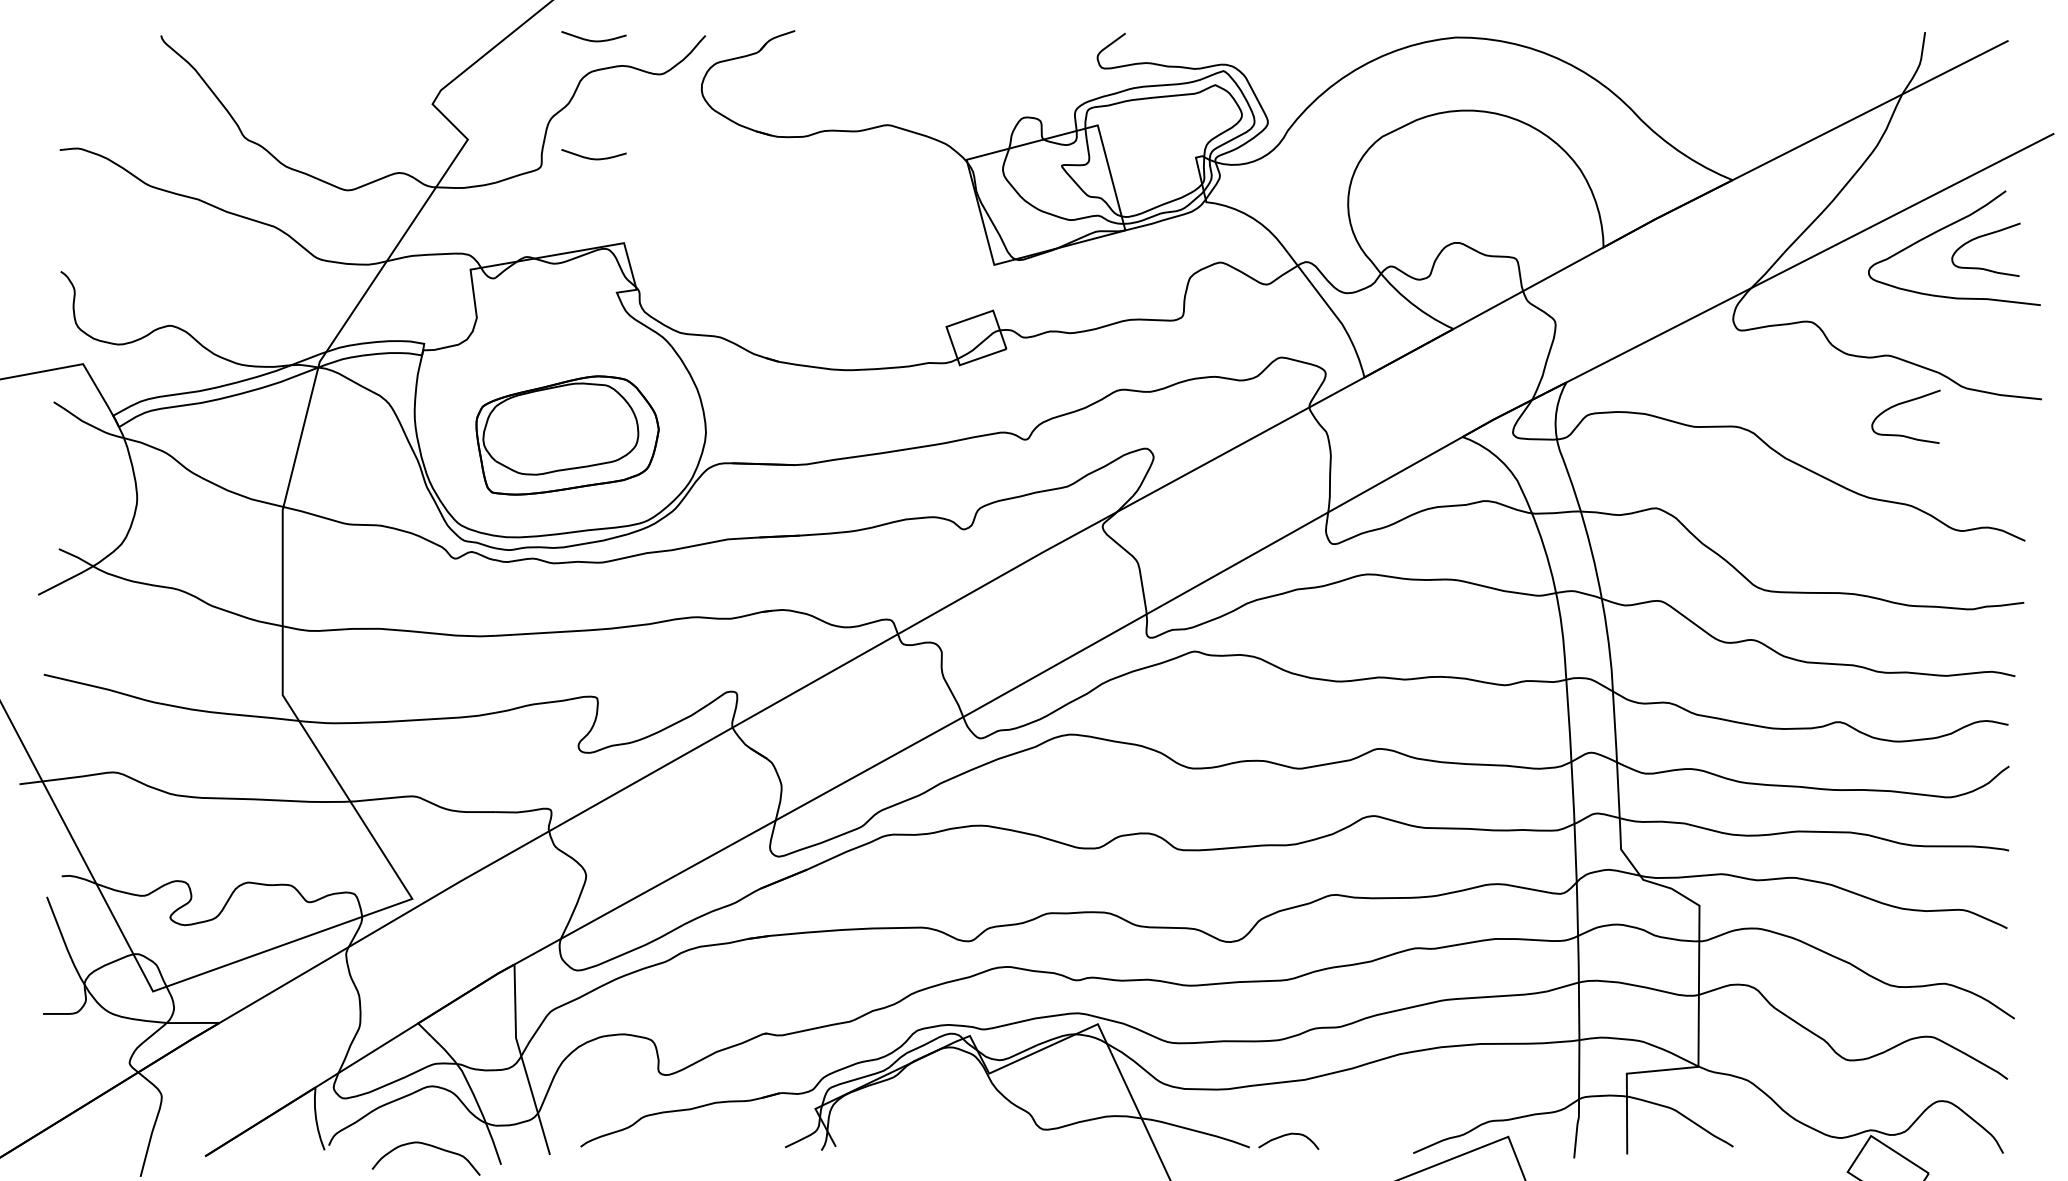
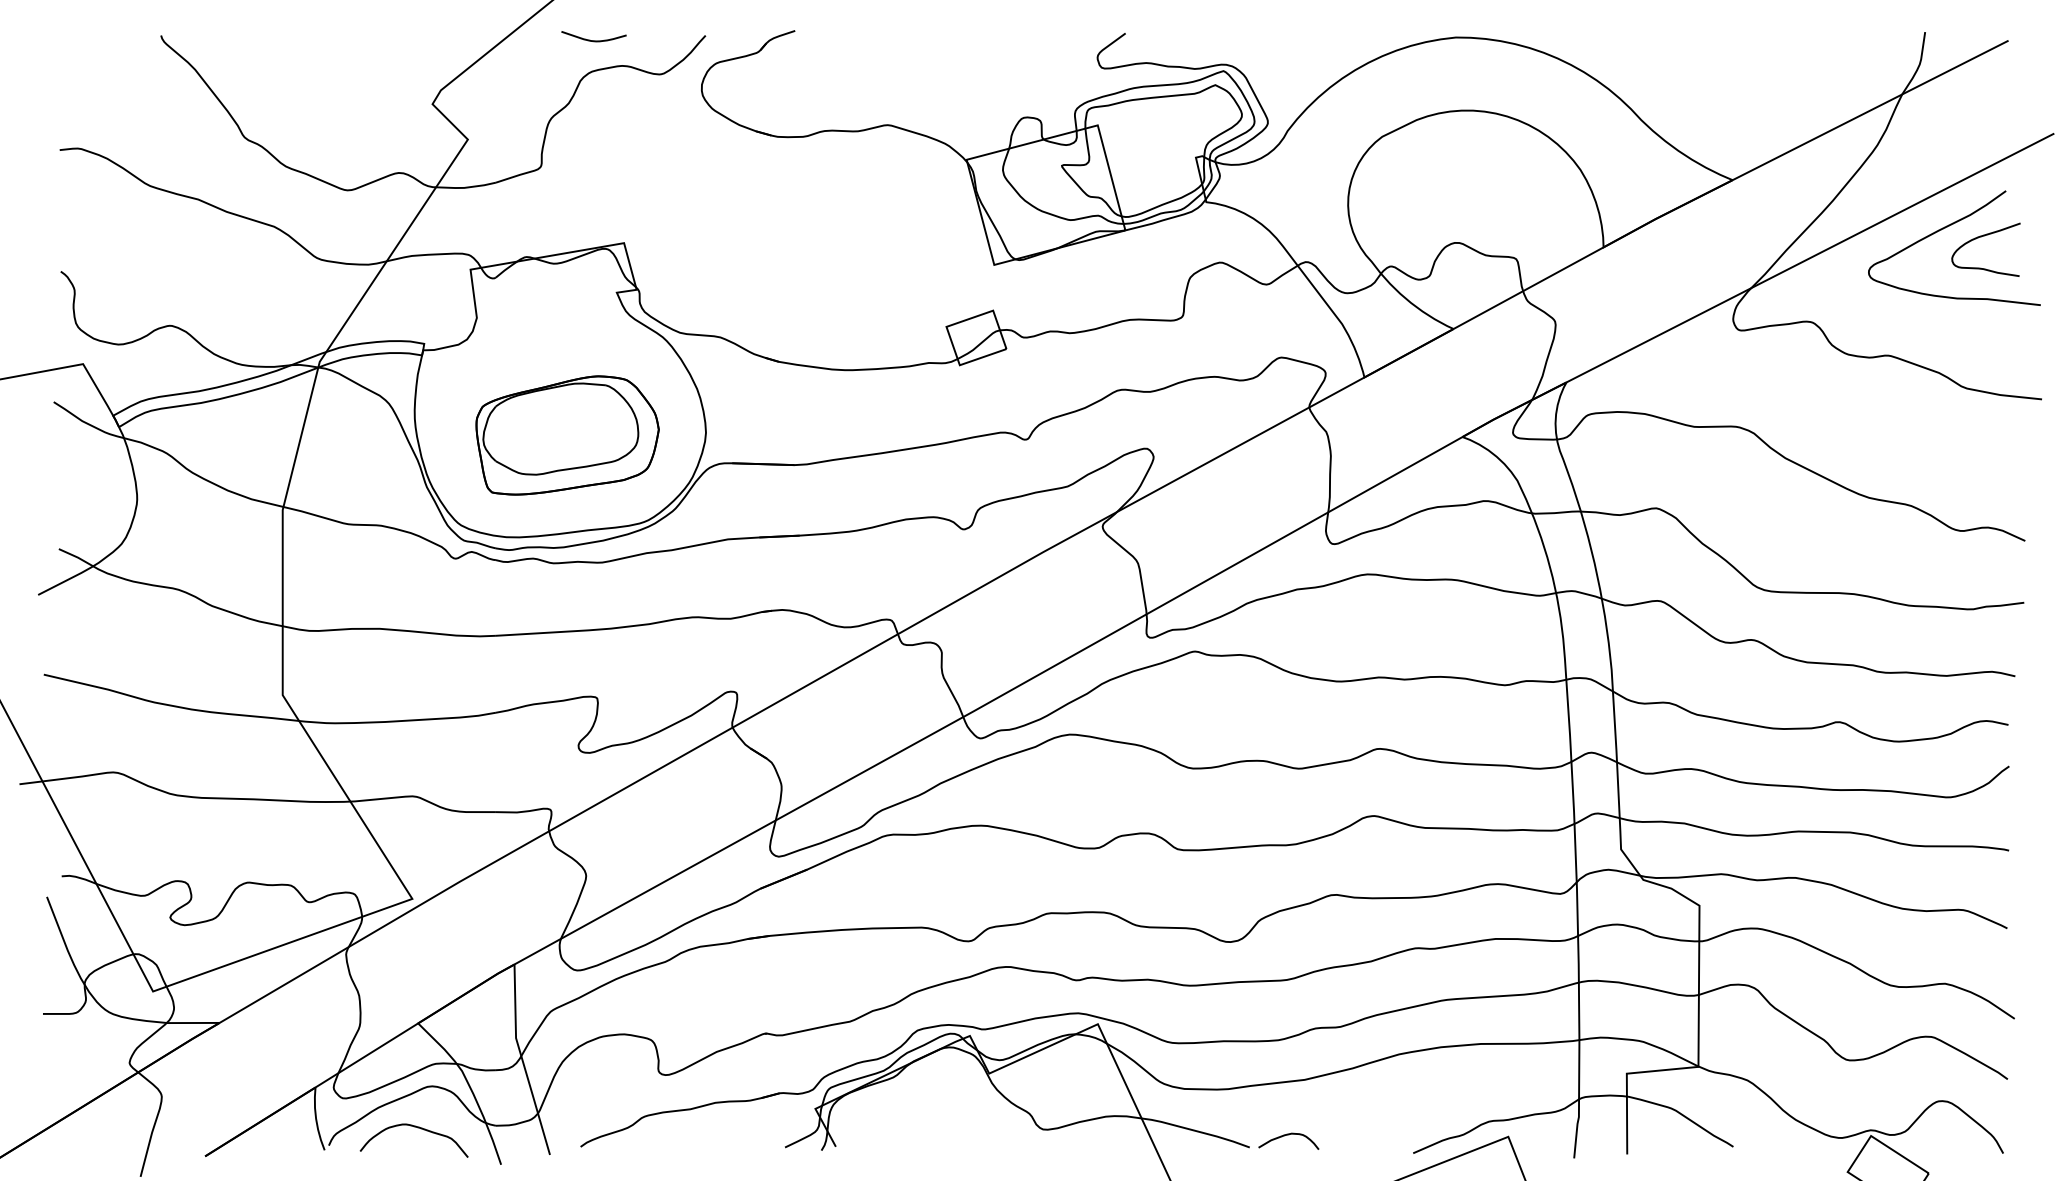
curve at (593, 158): present -> none
curve at (1901, 404): present -> none
curve at (429, 1146) position: (429, 1146) -> (417, 1128)
